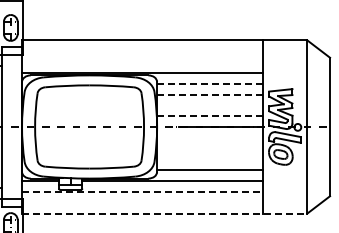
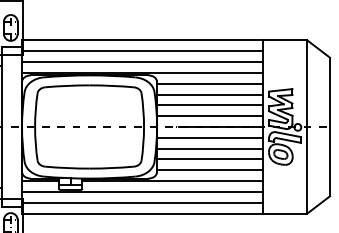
line at (142, 51): none -> present
line at (142, 62): none -> present
line at (209, 83): dashed -> solid
line at (209, 94): dashed -> solid
line at (209, 105): none -> present
line at (209, 116): dashed -> solid
line at (209, 137): none -> present
line at (209, 148): none -> present
line at (209, 159): none -> present
line at (142, 191): dashed -> solid
line at (142, 202): none -> present
line at (164, 213): dashed -> solid
